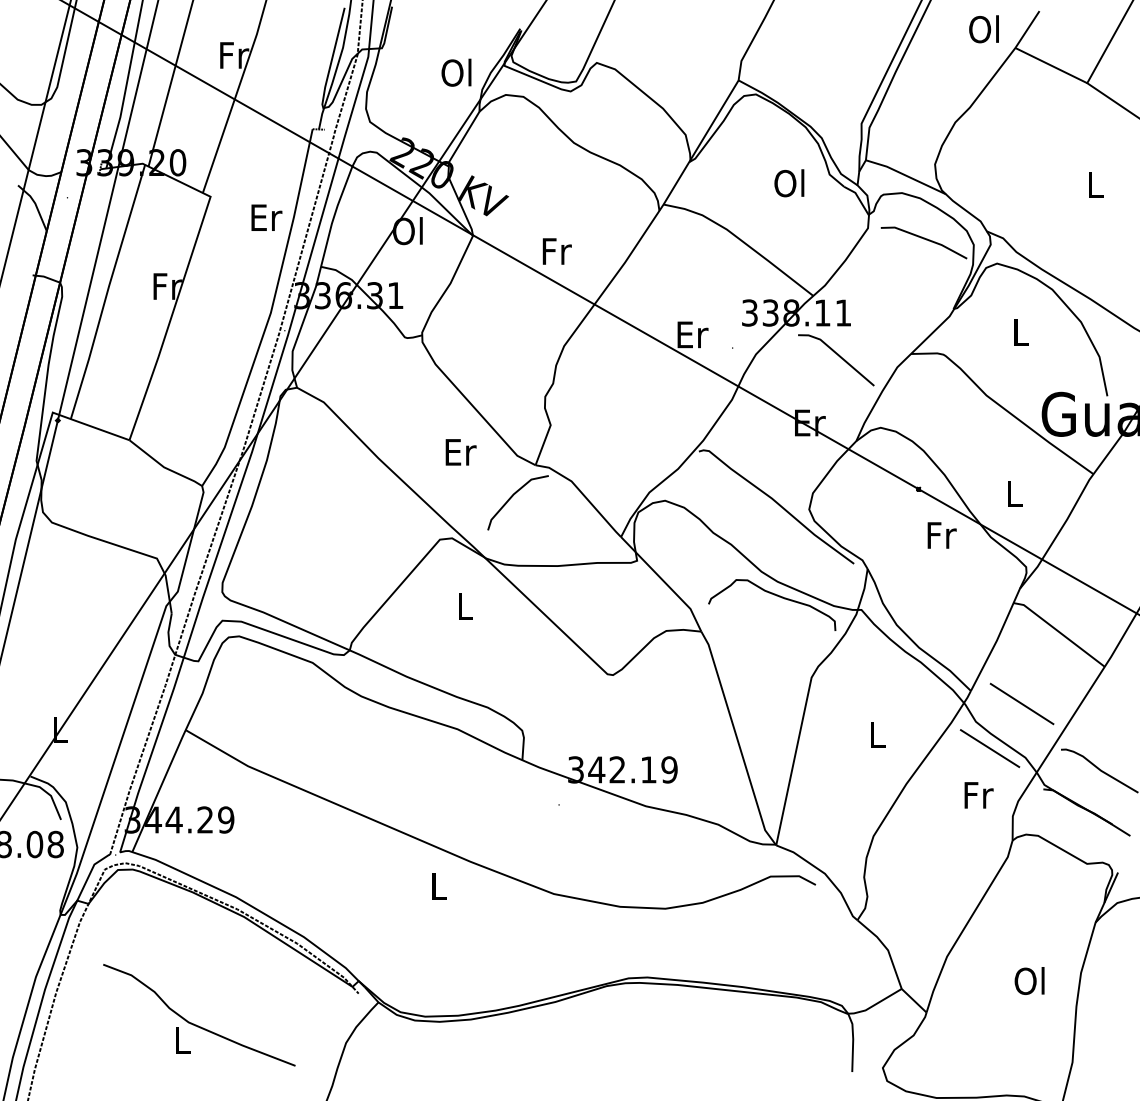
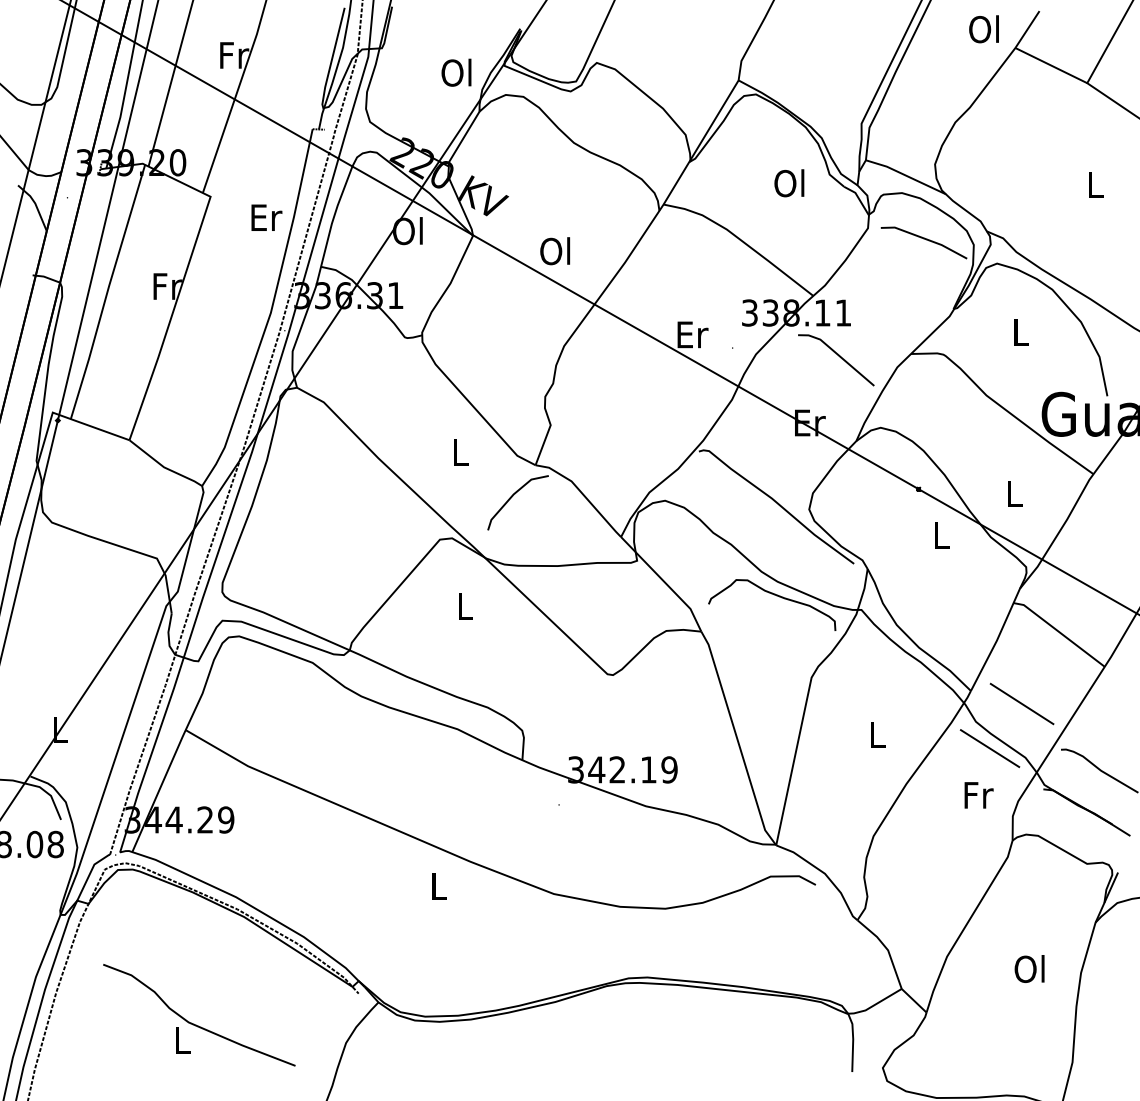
text at (555, 251): Fr -> Ol
text at (460, 452): Er -> L
text at (941, 535): Fr -> L
text at (1029, 980) position: (1029, 980) -> (1029, 968)
